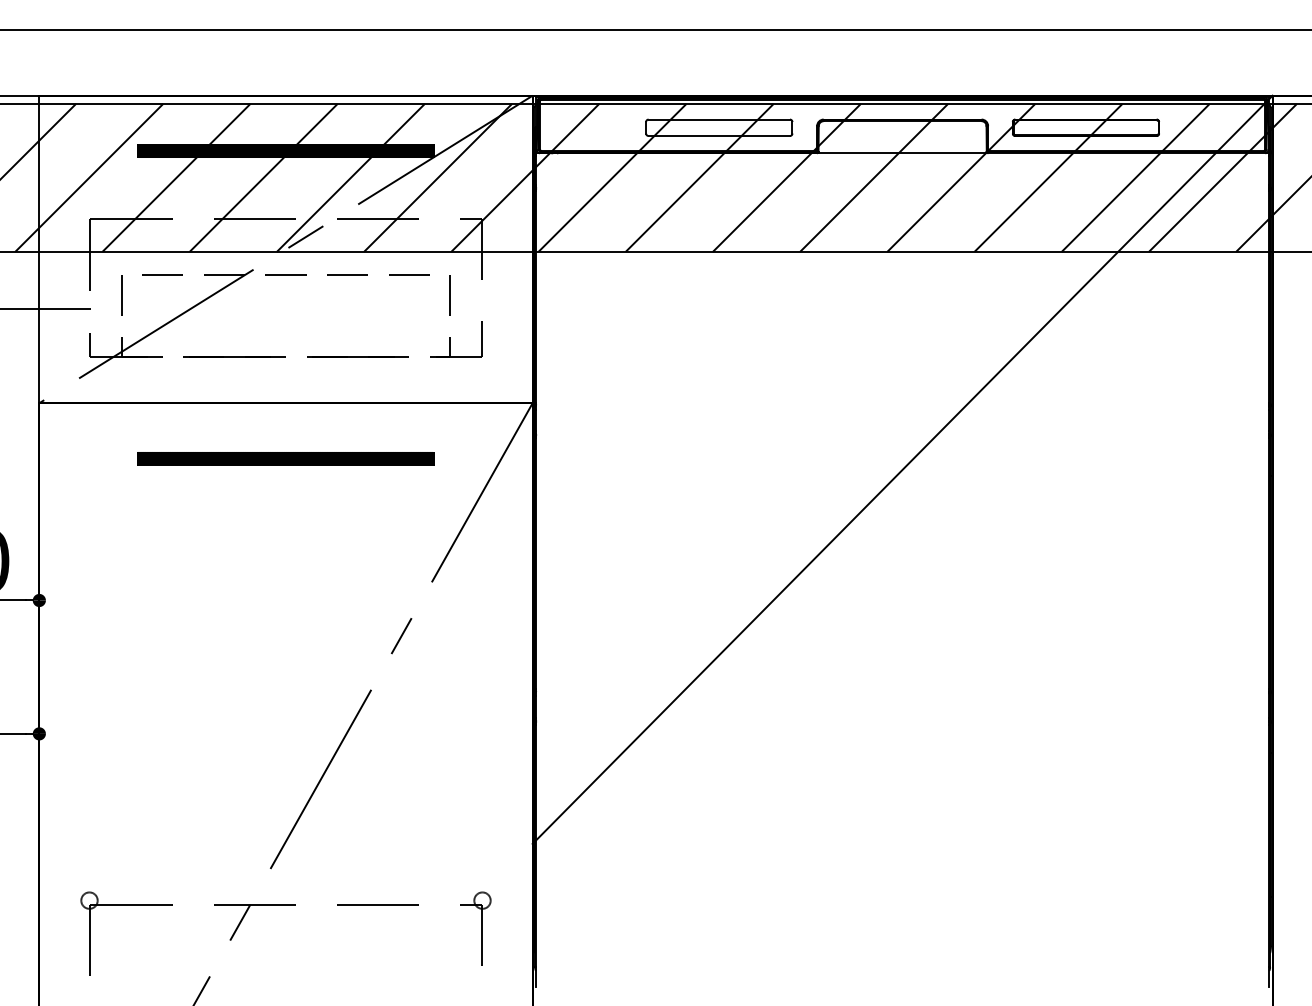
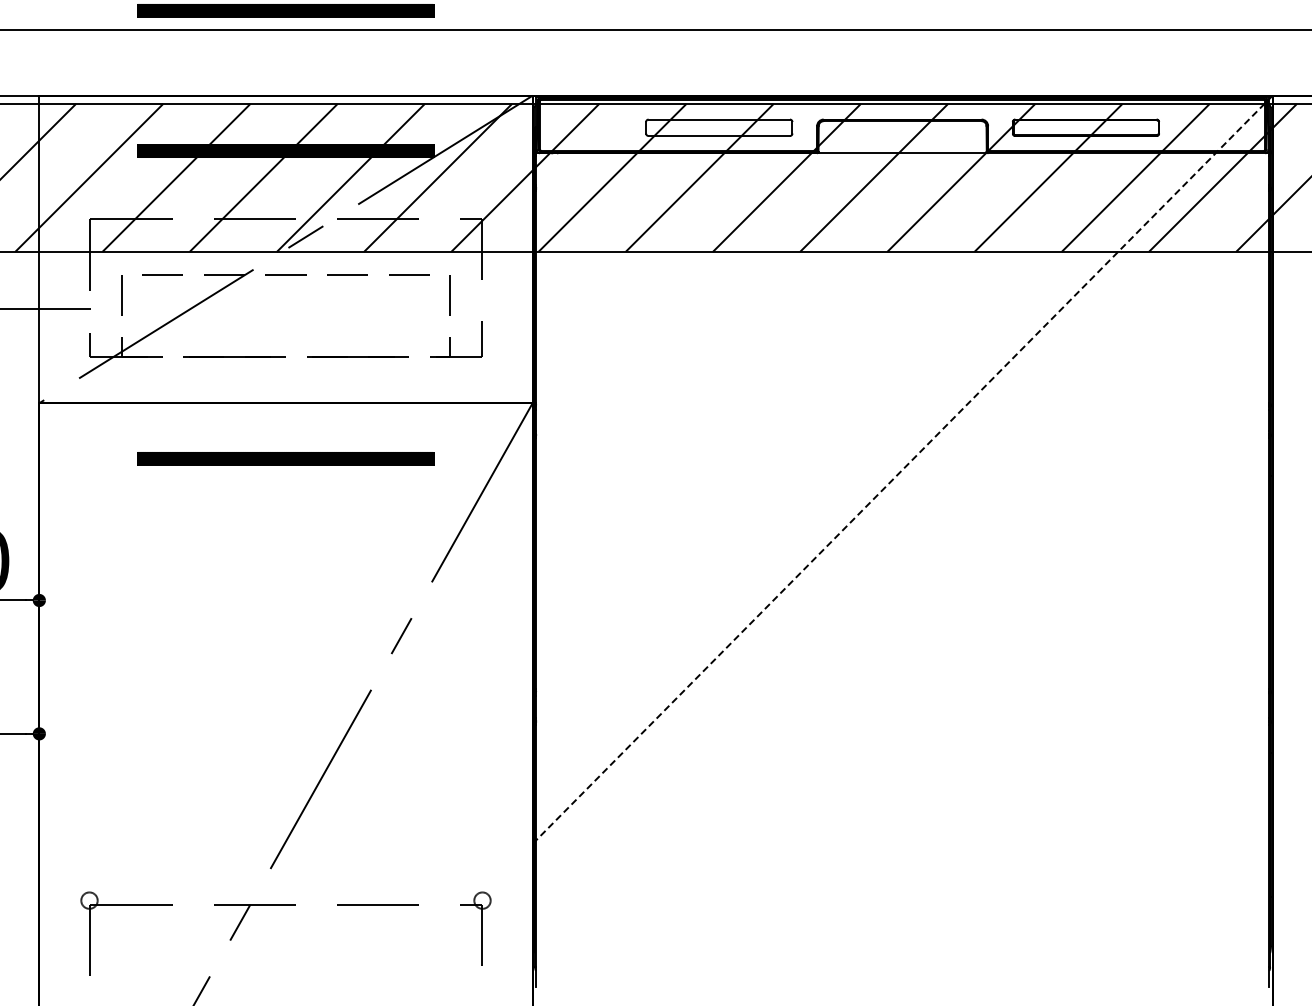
part at (285, 10): none -> present
line at (902, 470): solid -> dashed
